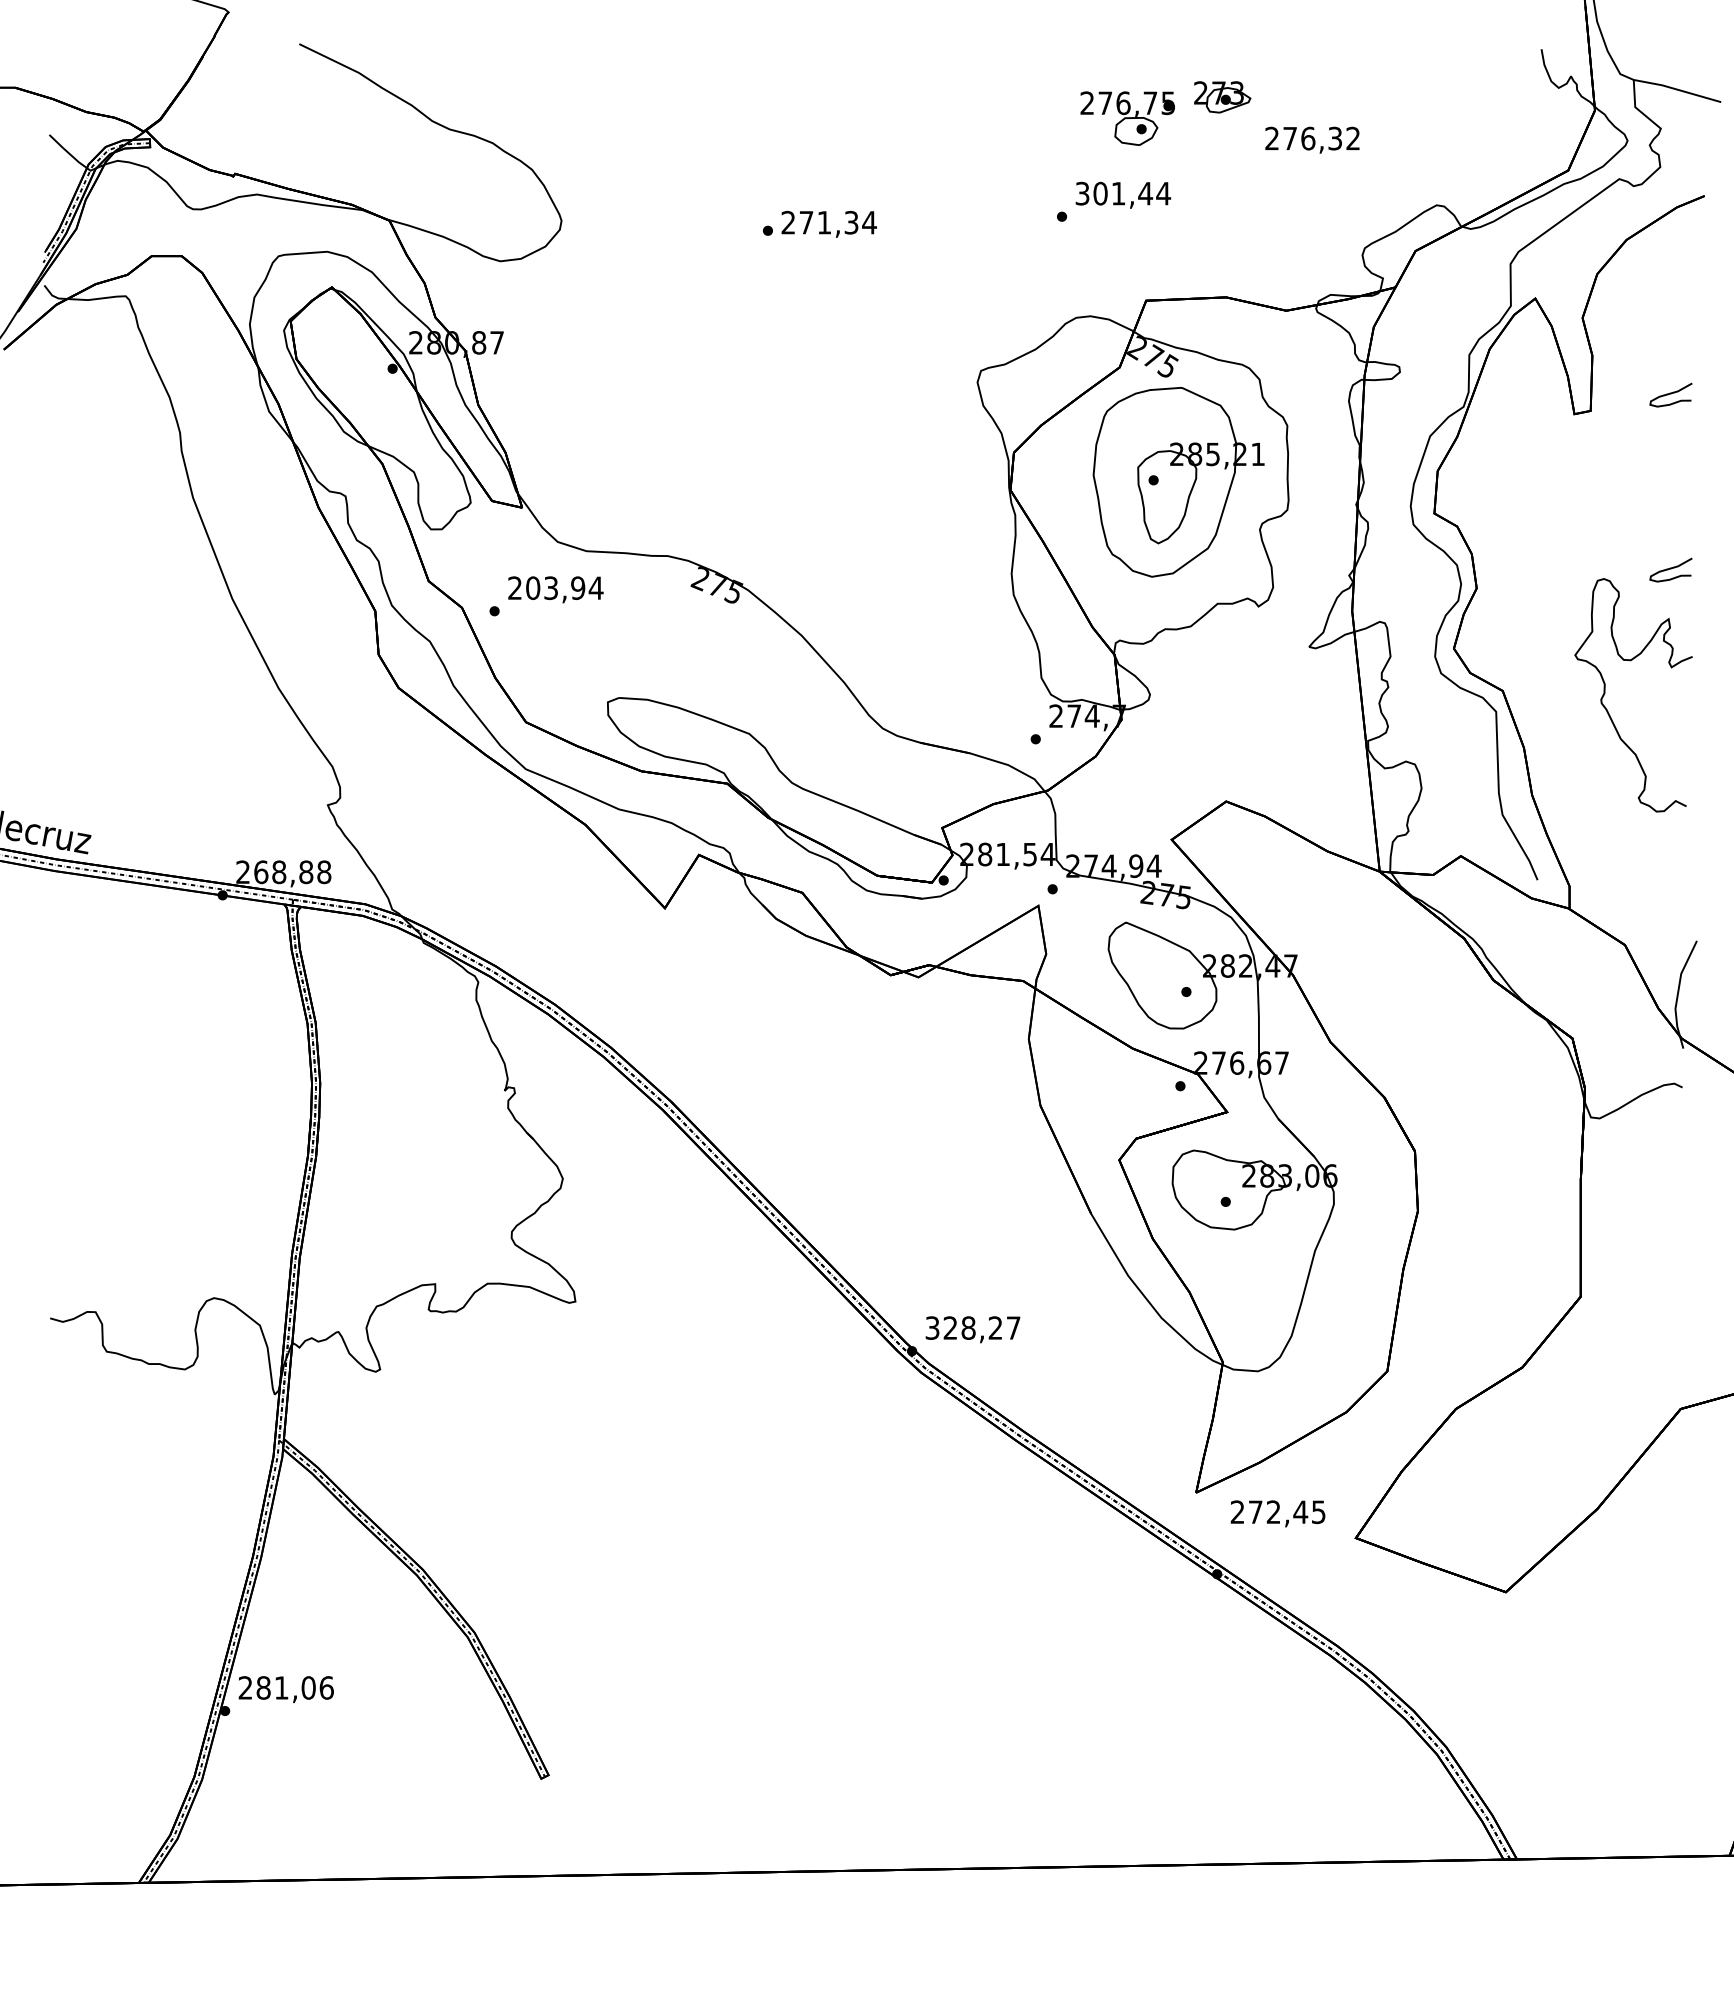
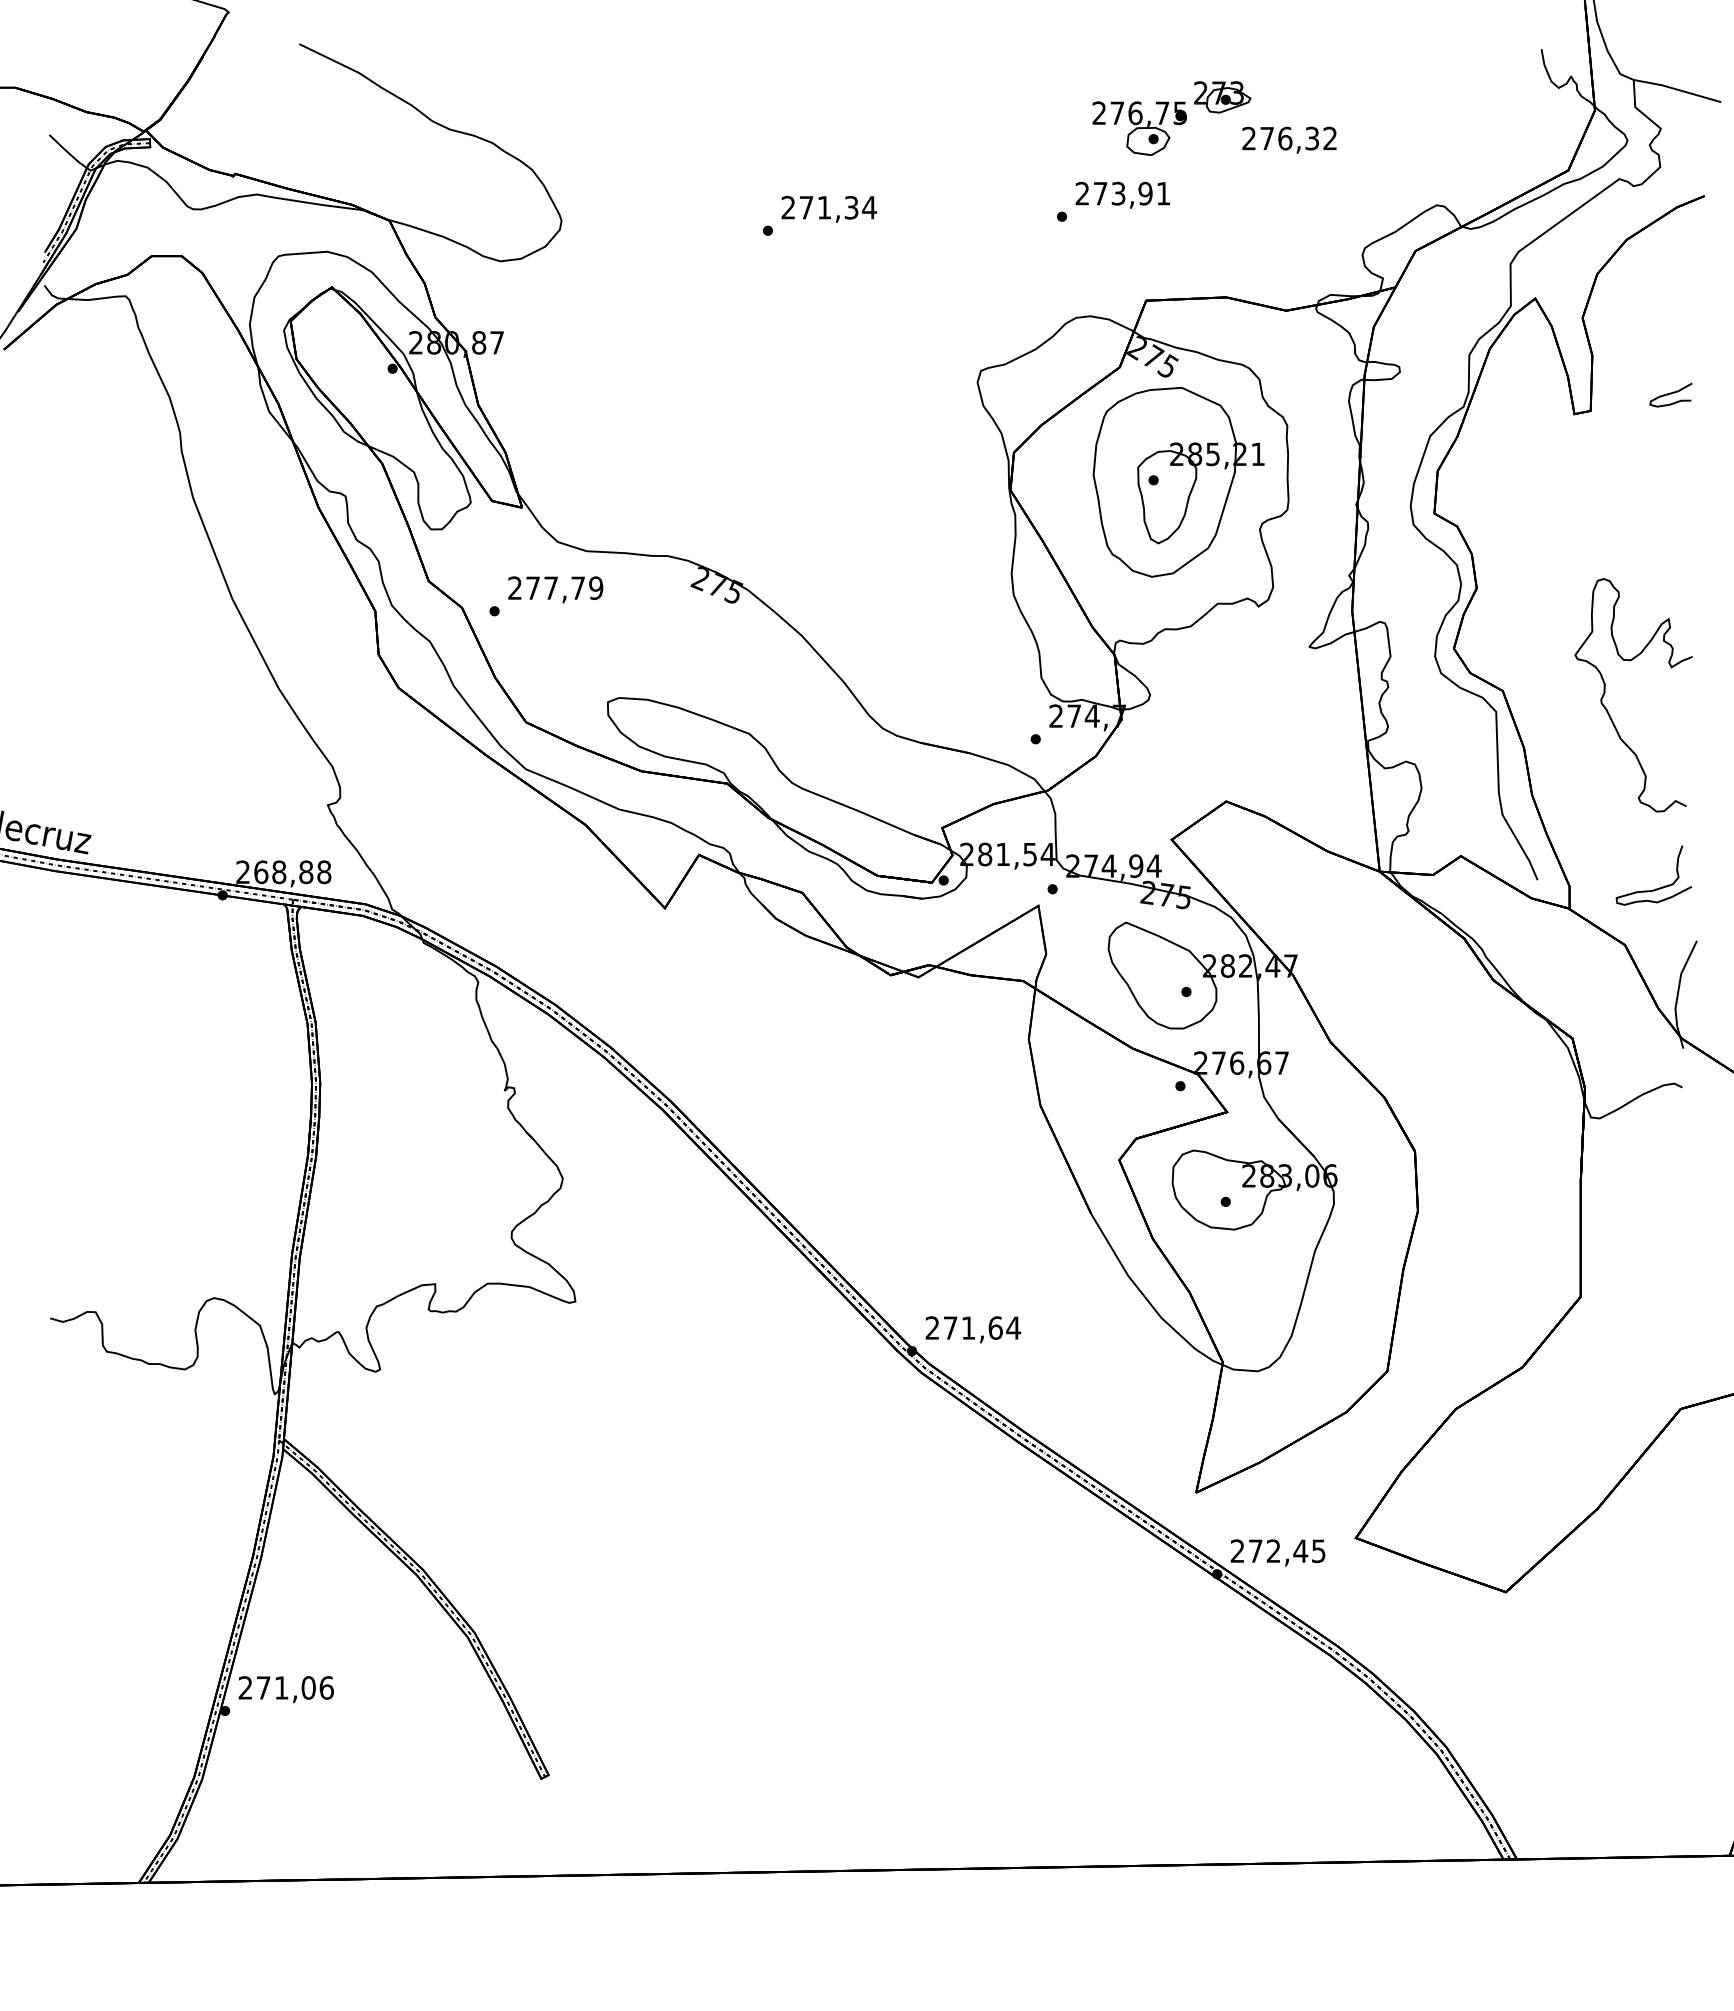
part at (1127, 118) position: (1127, 118) -> (1139, 128)
text at (1312, 139) position: (1312, 139) -> (1289, 139)
text at (1123, 193): 301,44 -> 273,91
text at (828, 223) position: (828, 223) -> (828, 208)
curve at (1670, 569): present -> none
text at (564, 588): 203,94 -> 277,79
curve at (1656, 888): none -> present
text at (973, 1327): 328,27 -> 271,64
text at (1277, 1513) position: (1277, 1513) -> (1277, 1552)
text at (263, 1687): 281,06 -> 271,06
